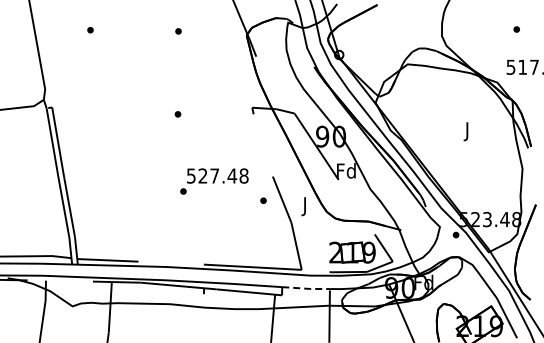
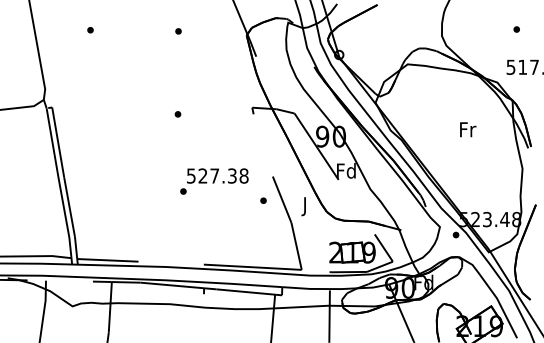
text at (468, 131): J -> Fr
text at (232, 175): 527.48 -> 527.38
line at (307, 288): dashed -> solid
